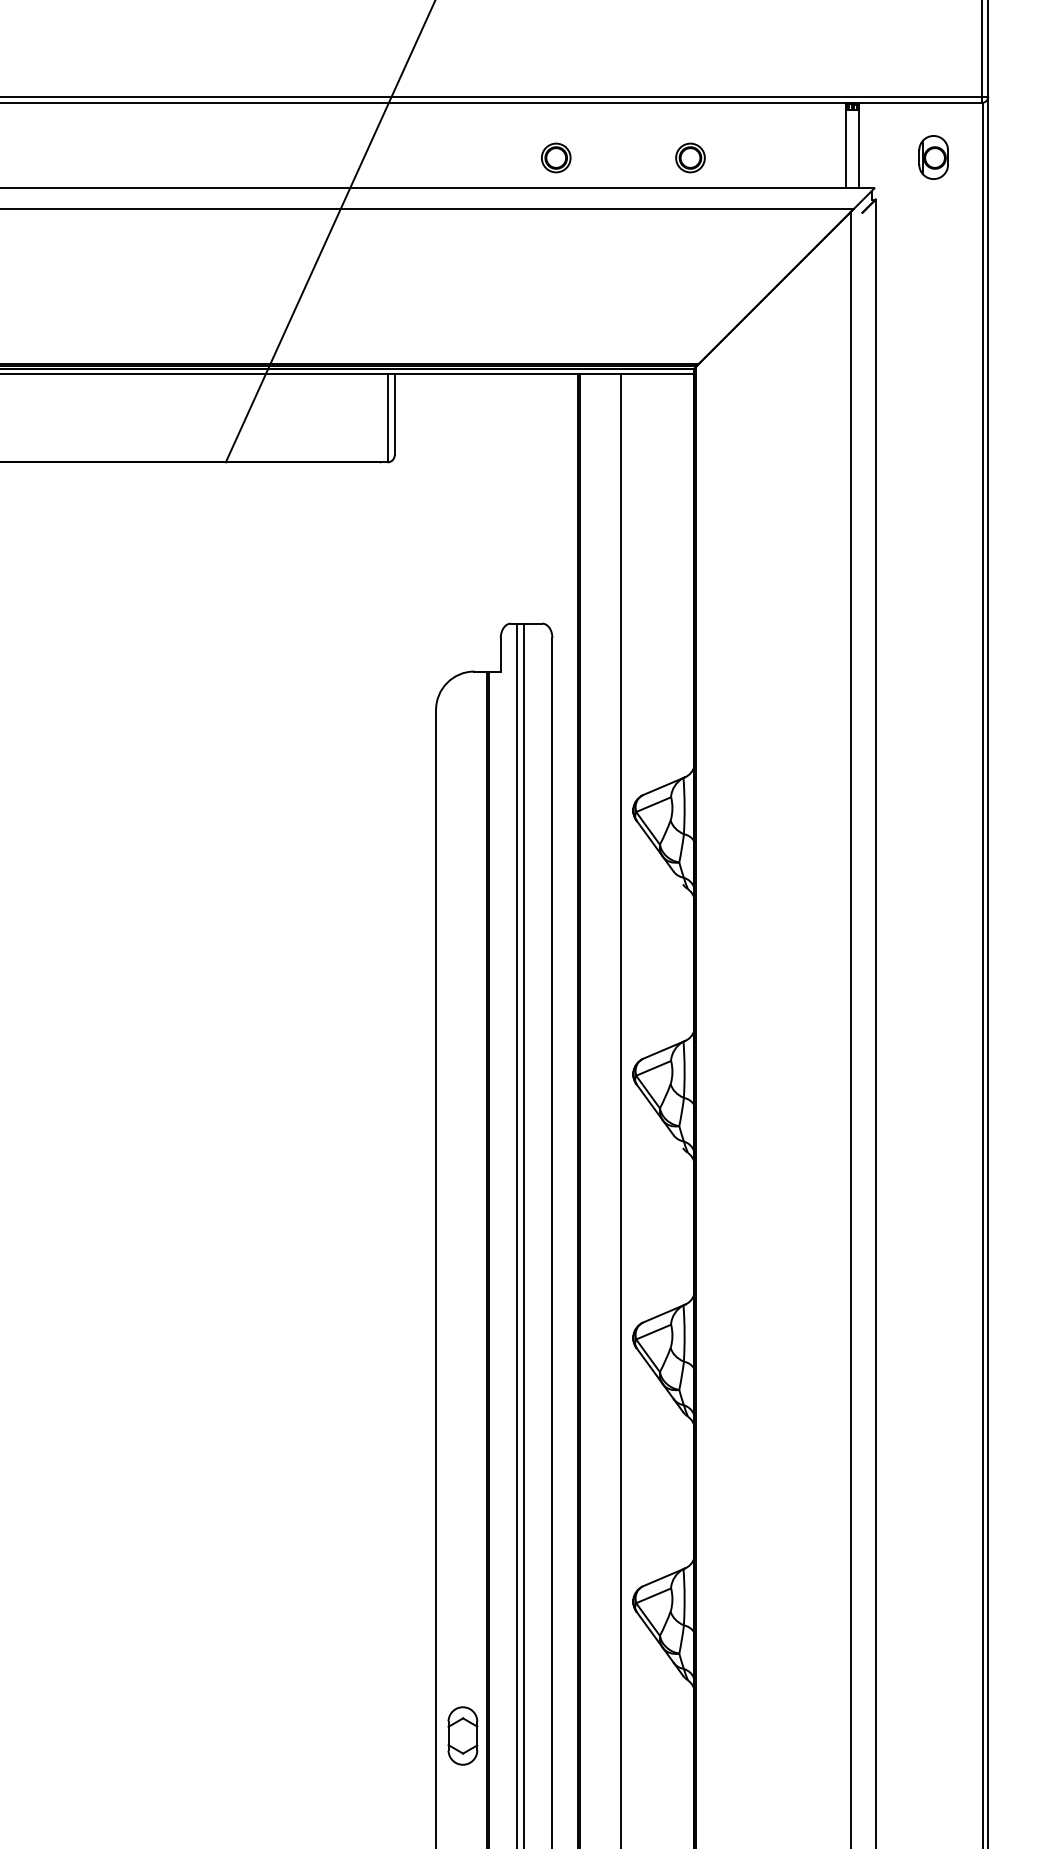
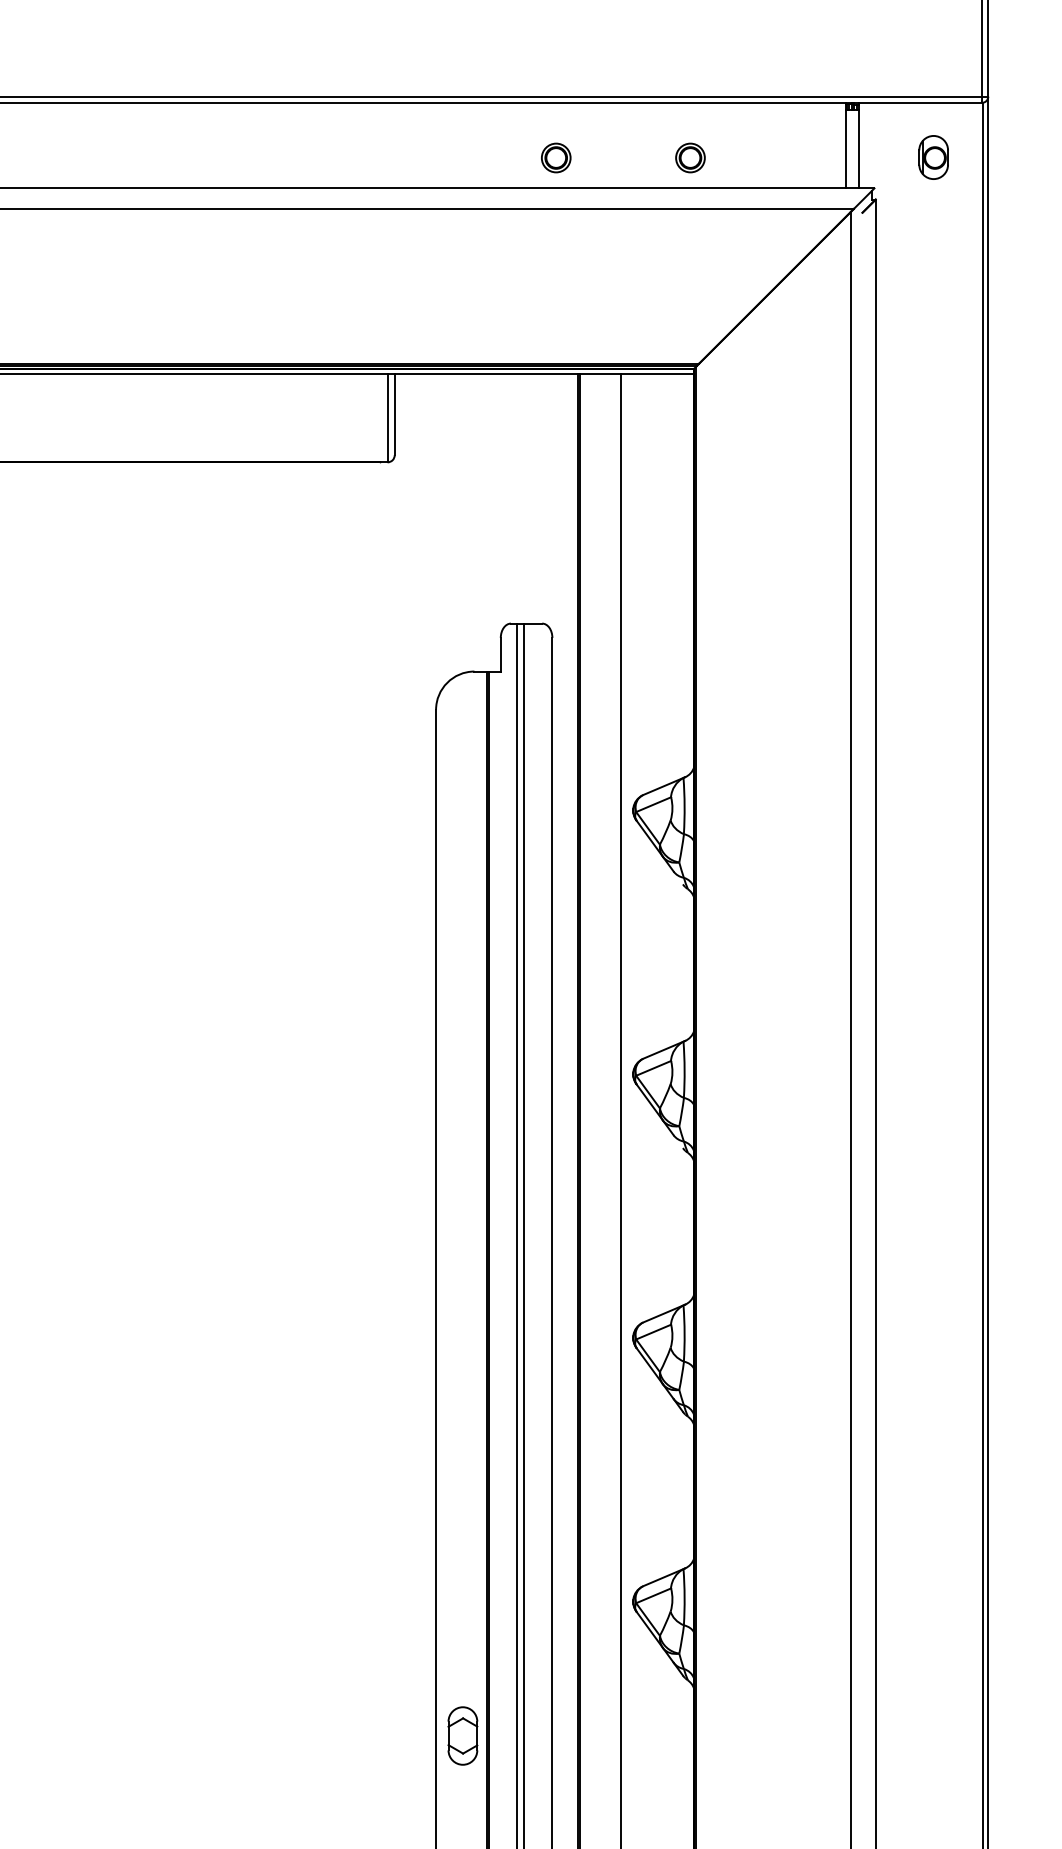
line at (329, 232): present -> none
